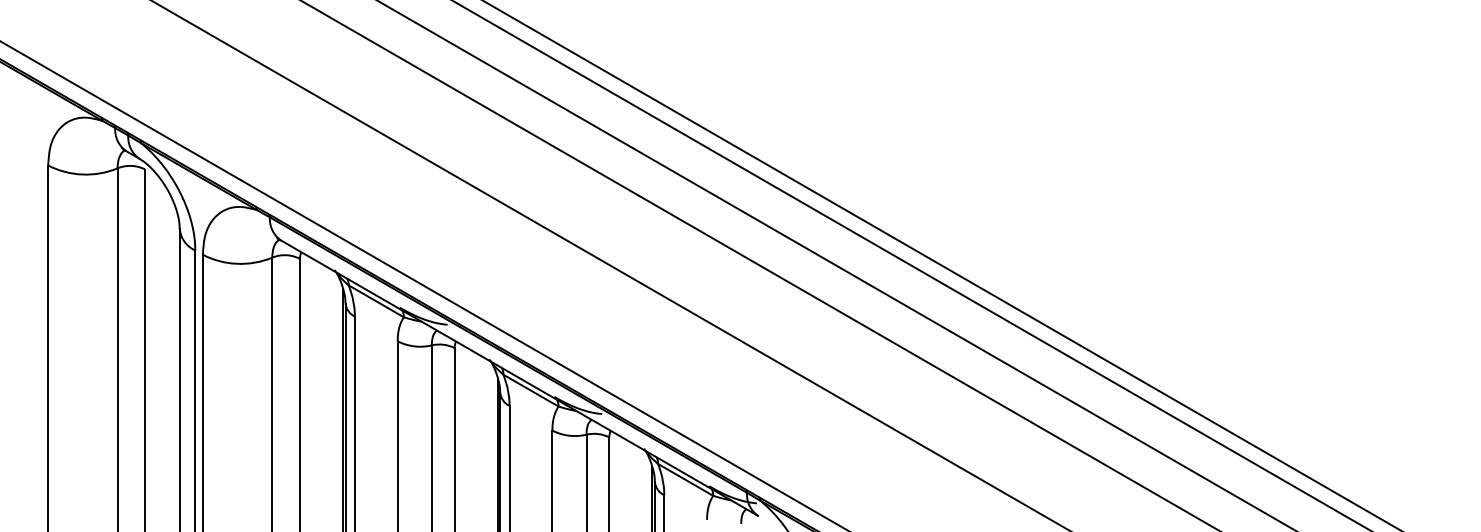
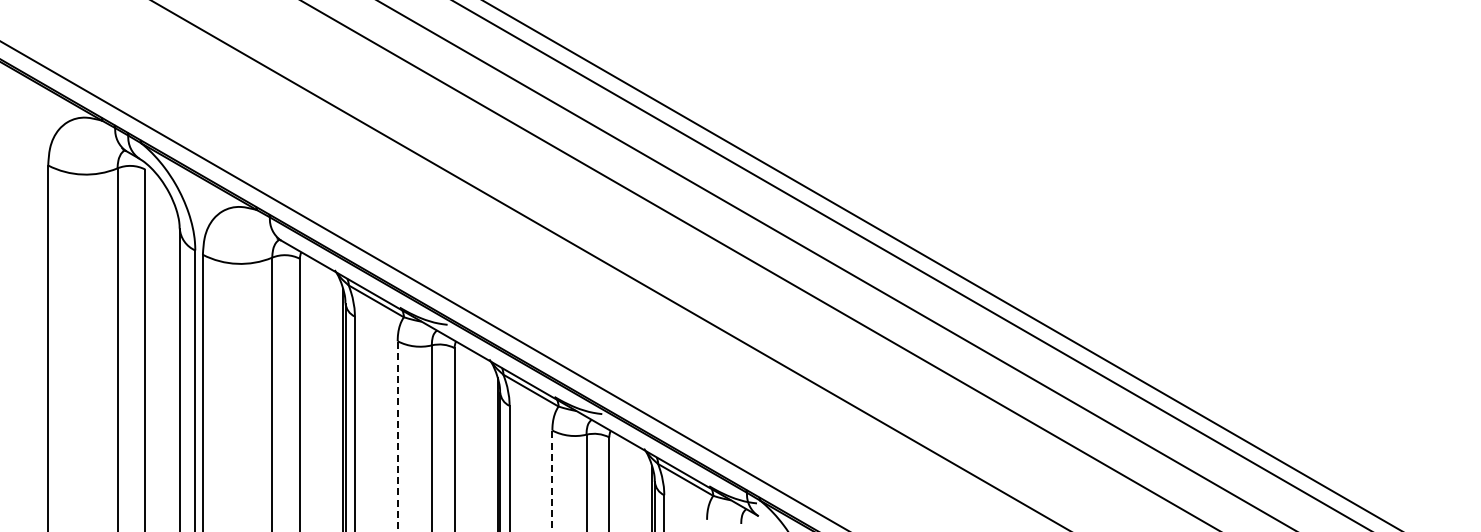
line at (397, 436): solid -> dashed
line at (552, 480): solid -> dashed
